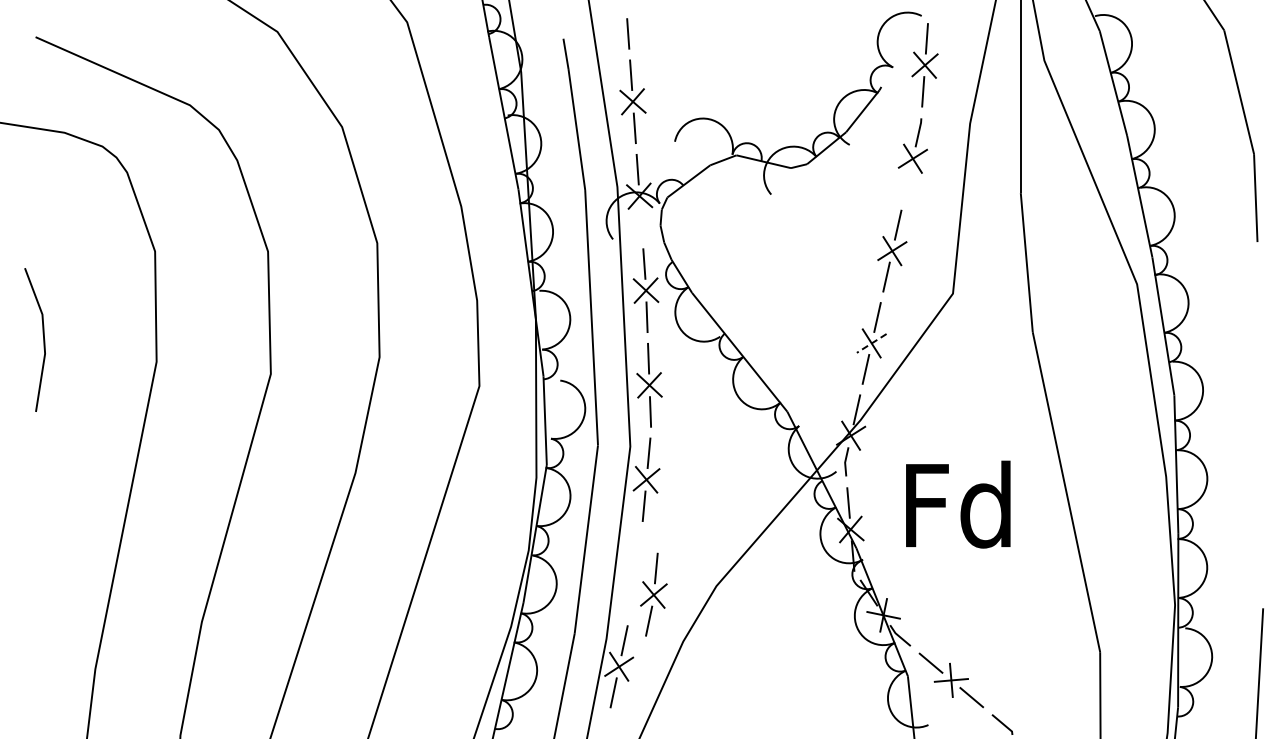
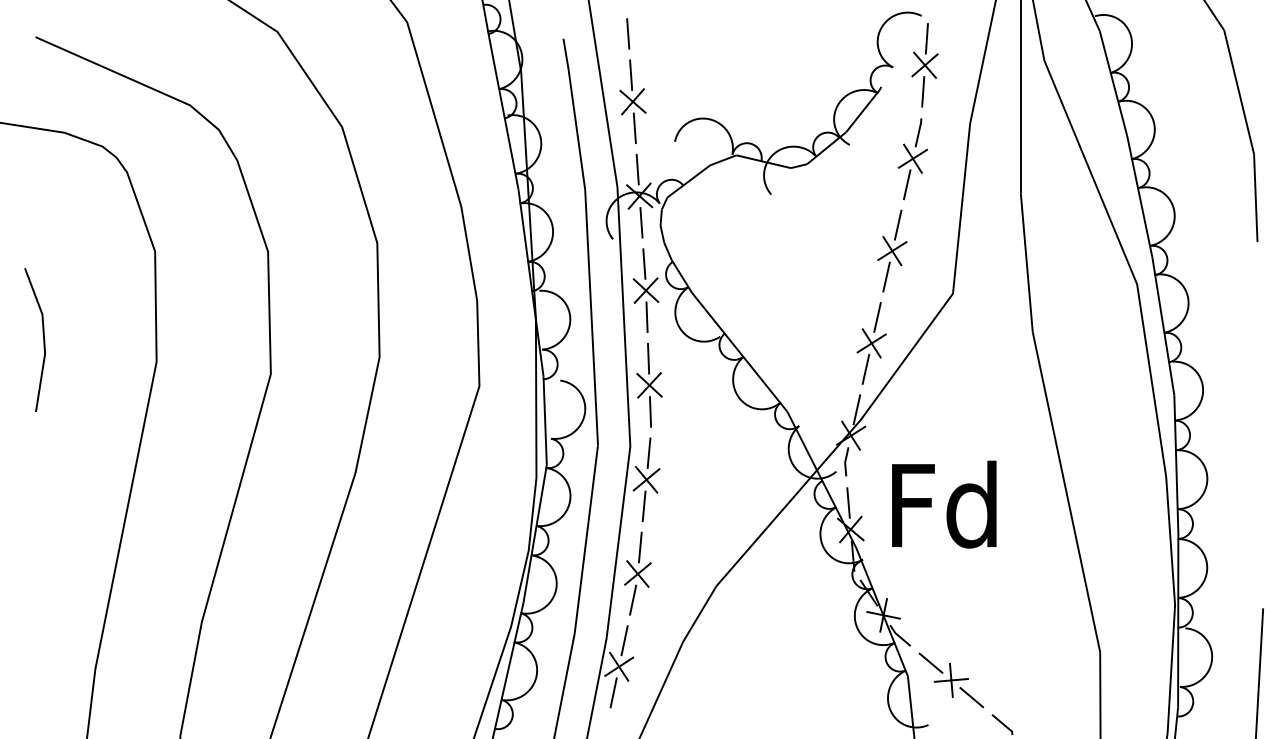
line at (906, 184): none -> present
line at (641, 222): none -> present
line at (871, 343): dashed -> solid
text at (958, 504) position: (958, 504) -> (944, 504)
part at (653, 594) position: (653, 594) -> (637, 573)
